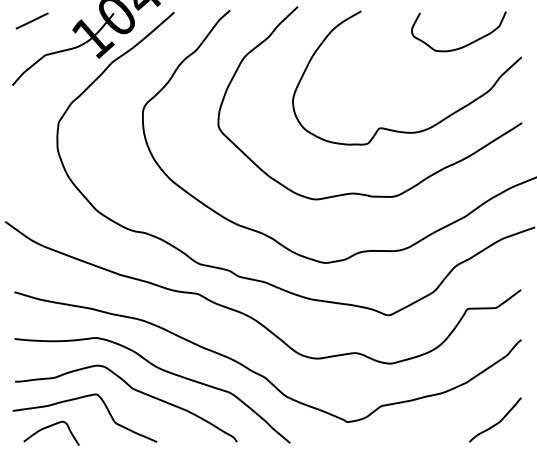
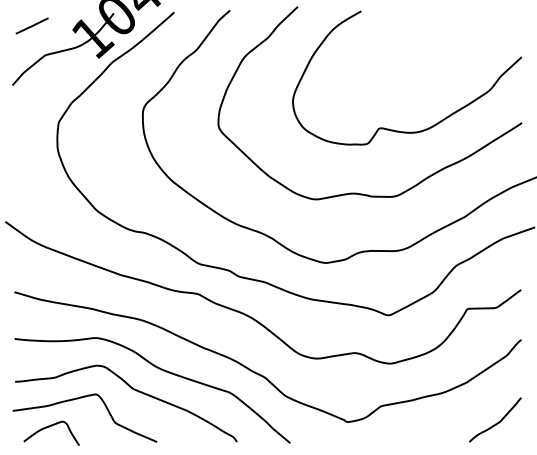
line at (31, 20) position: (31, 20) -> (31, 25)
curve at (464, 45): present -> none
